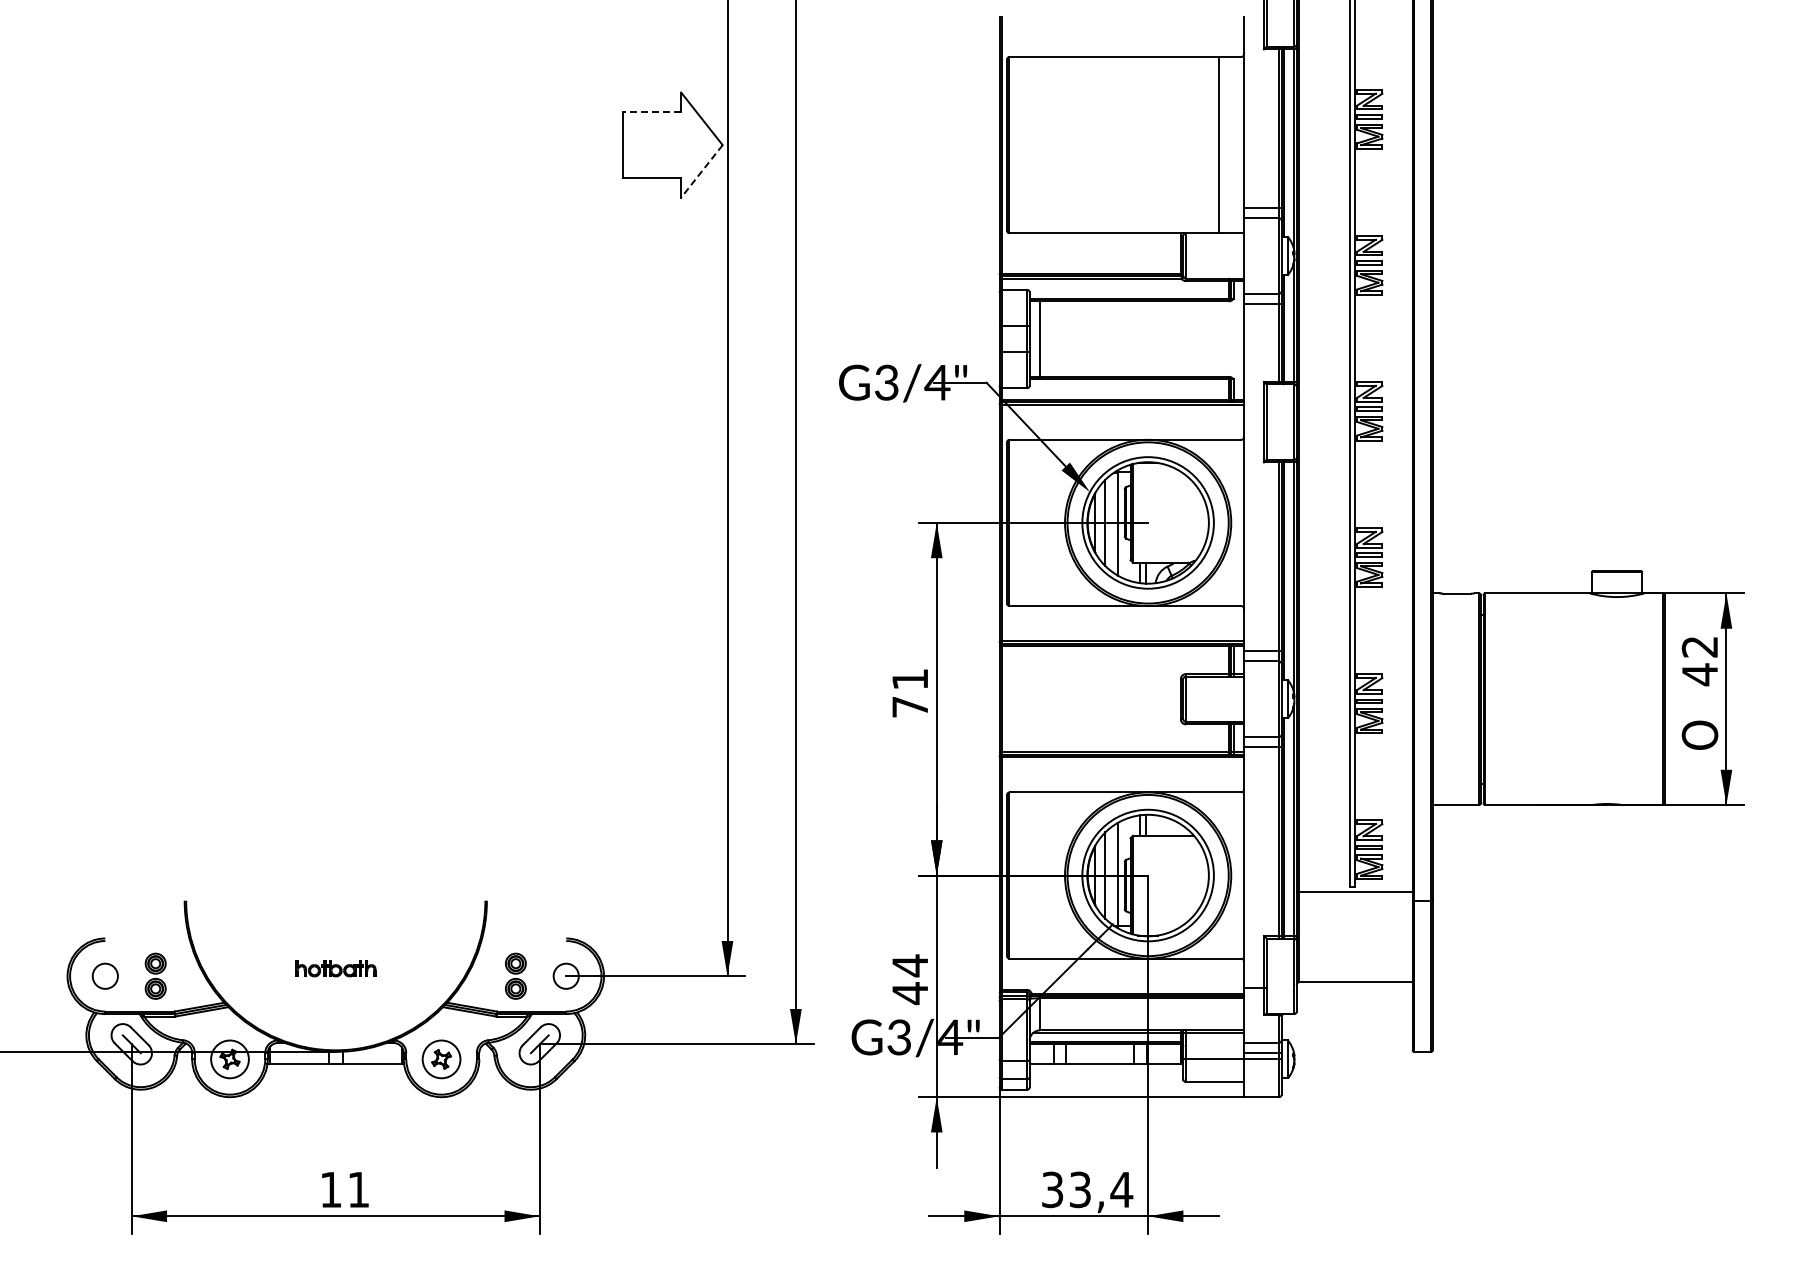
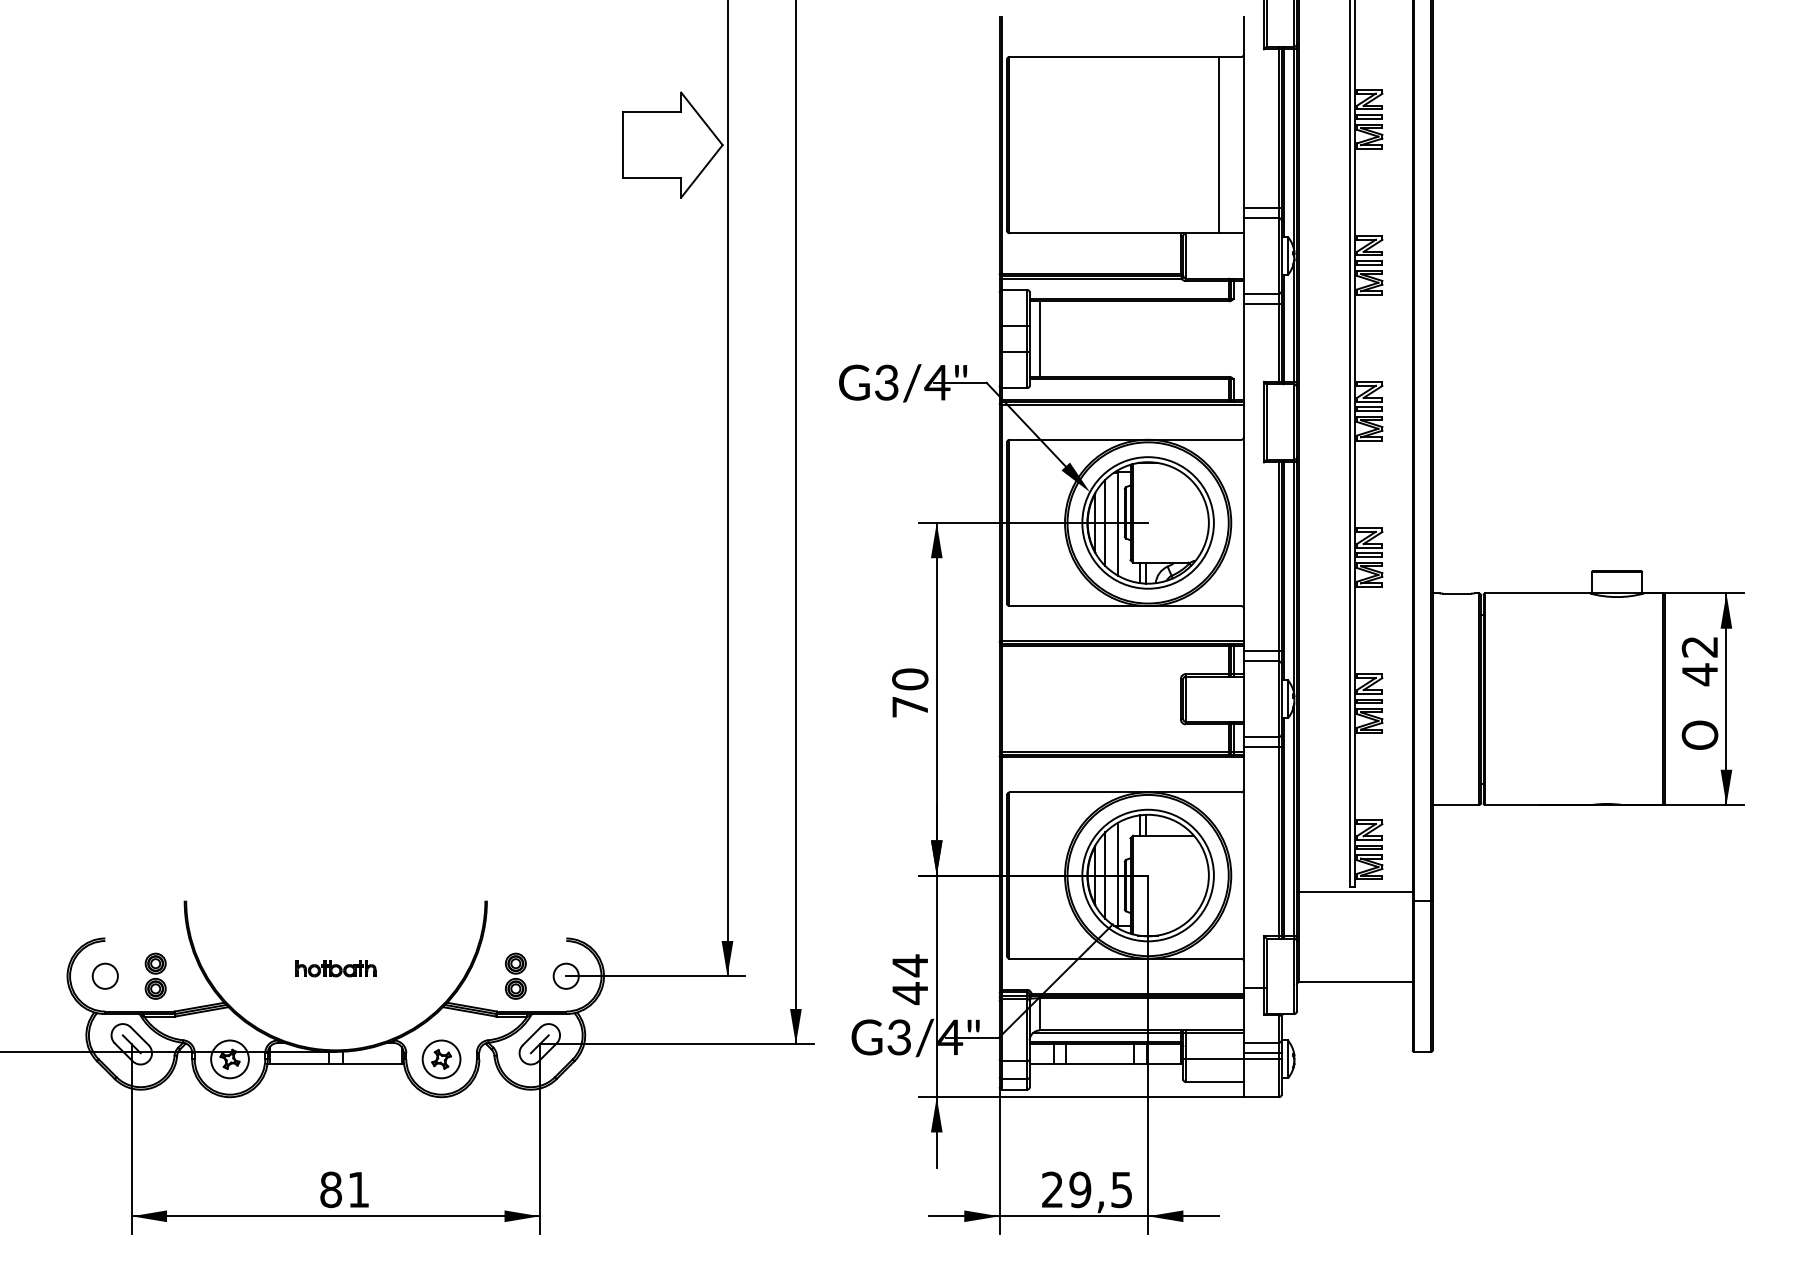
line at (651, 111): dashed -> solid
line at (701, 171): dashed -> solid
text at (910, 679): 71 -> 70
text at (330, 1189): 11 -> 81
text at (1087, 1189): 33,4 -> 29,5
